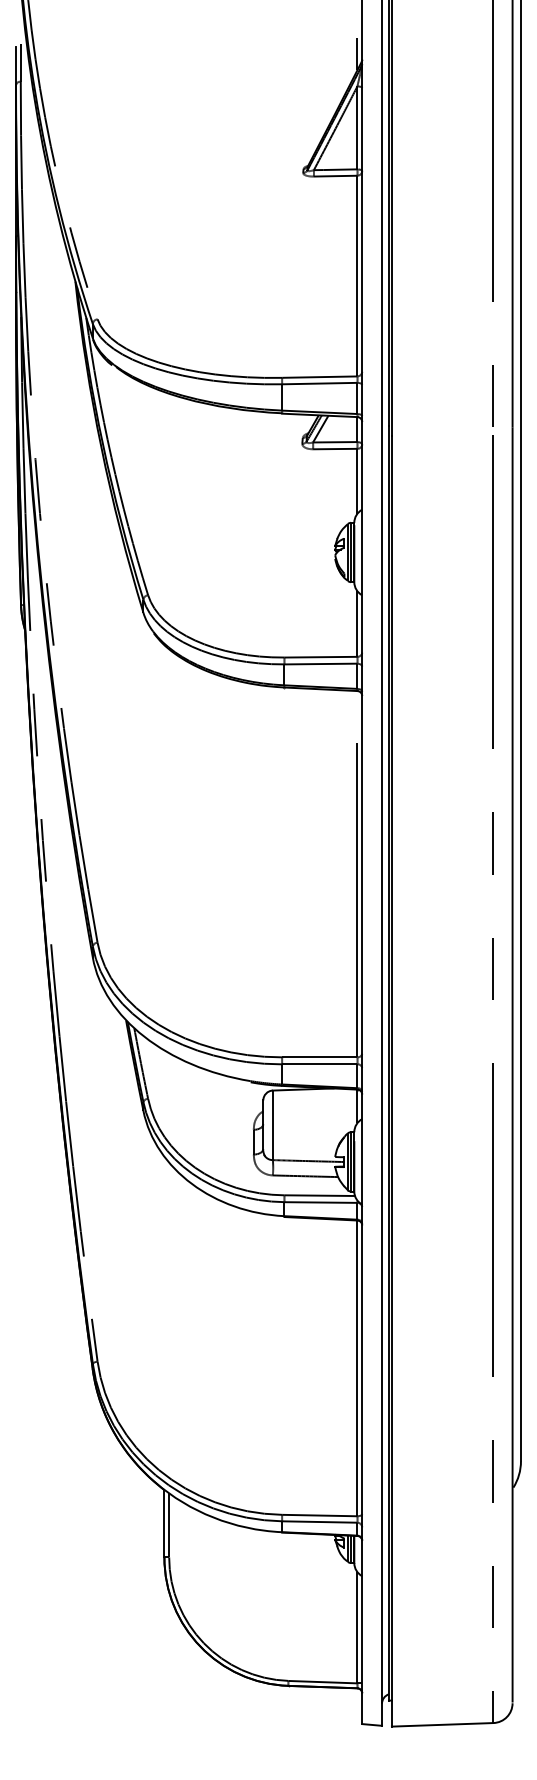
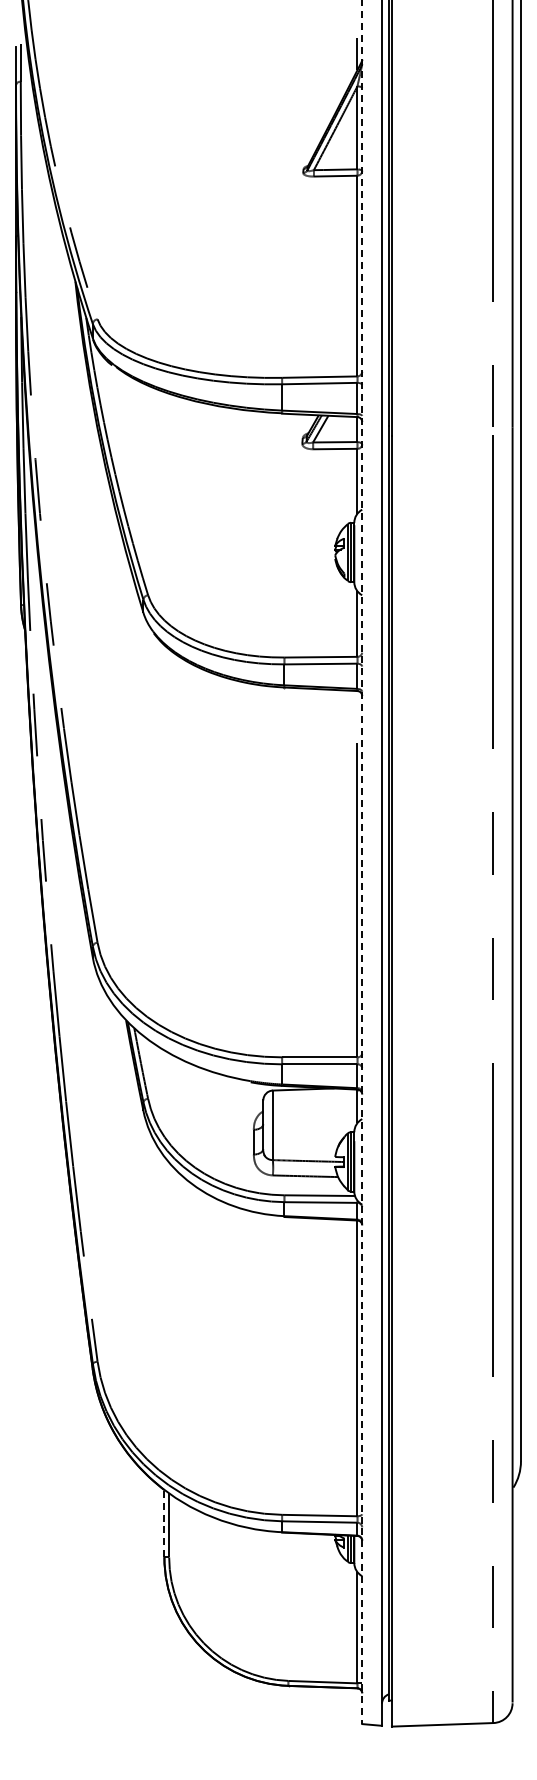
line at (362, 862): solid -> dashed
line at (164, 1523): solid -> dashed
